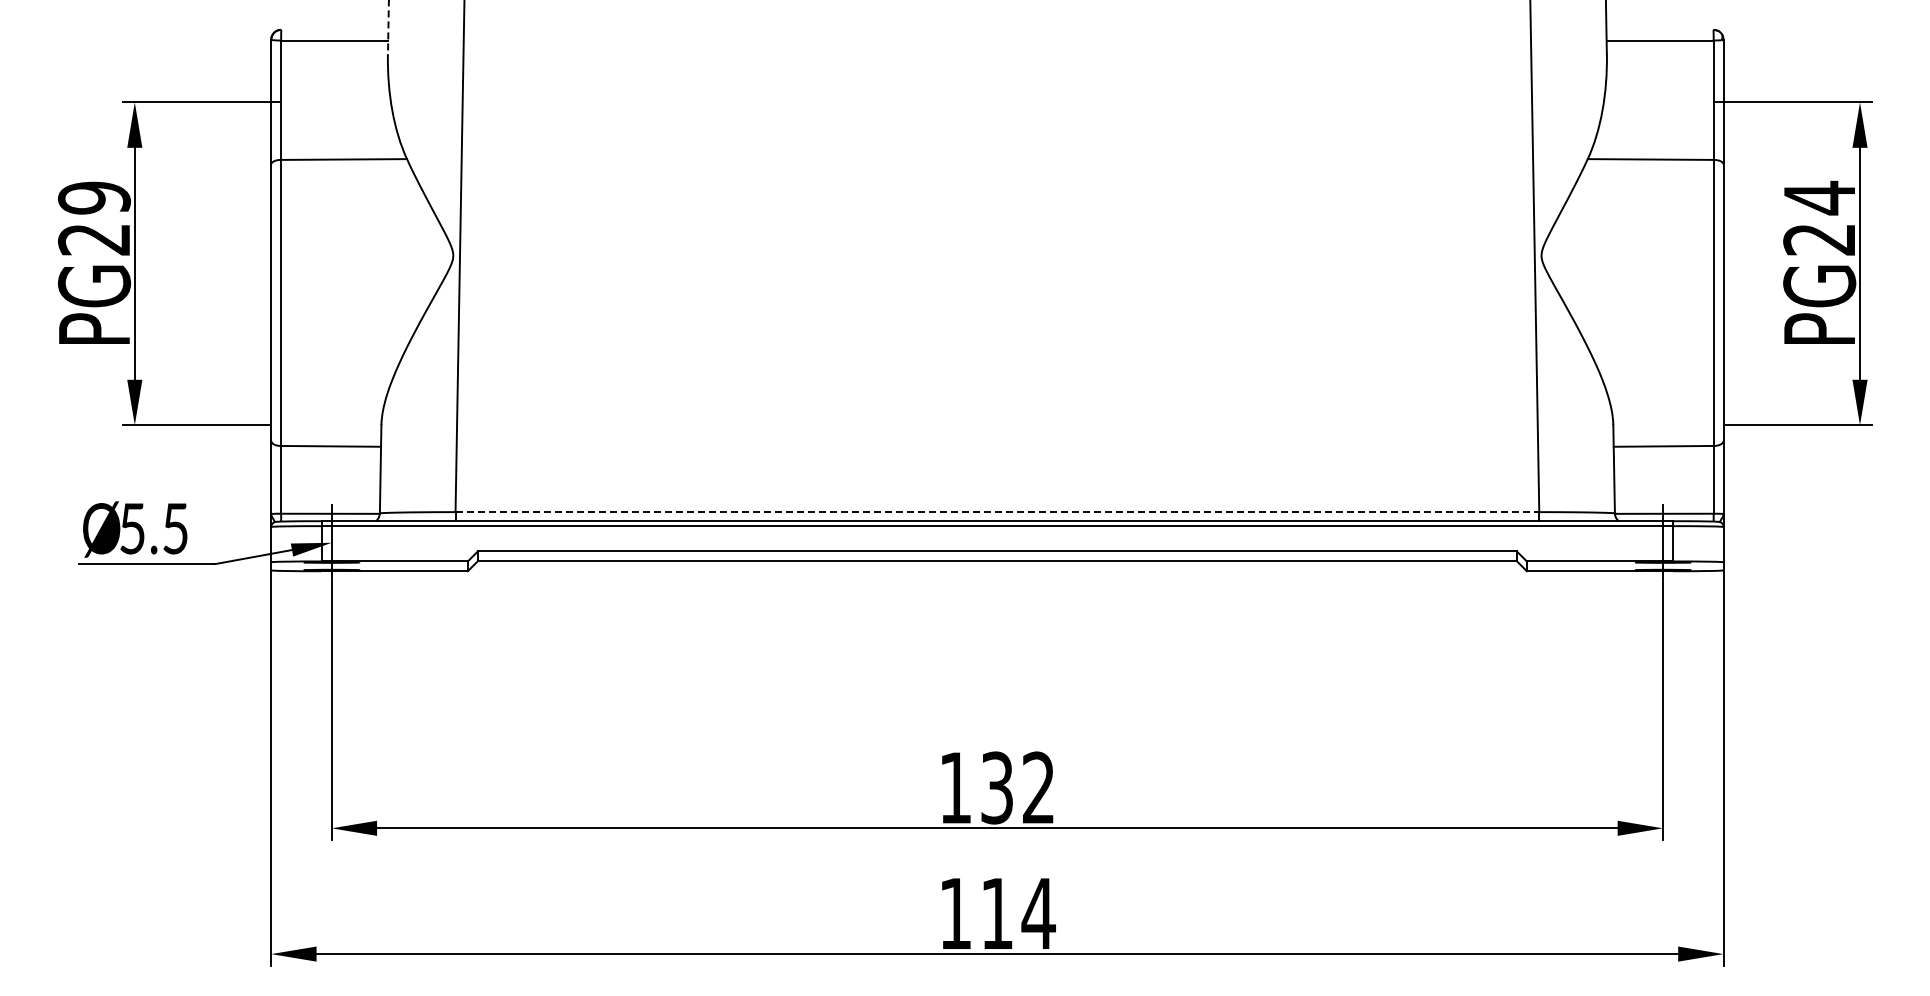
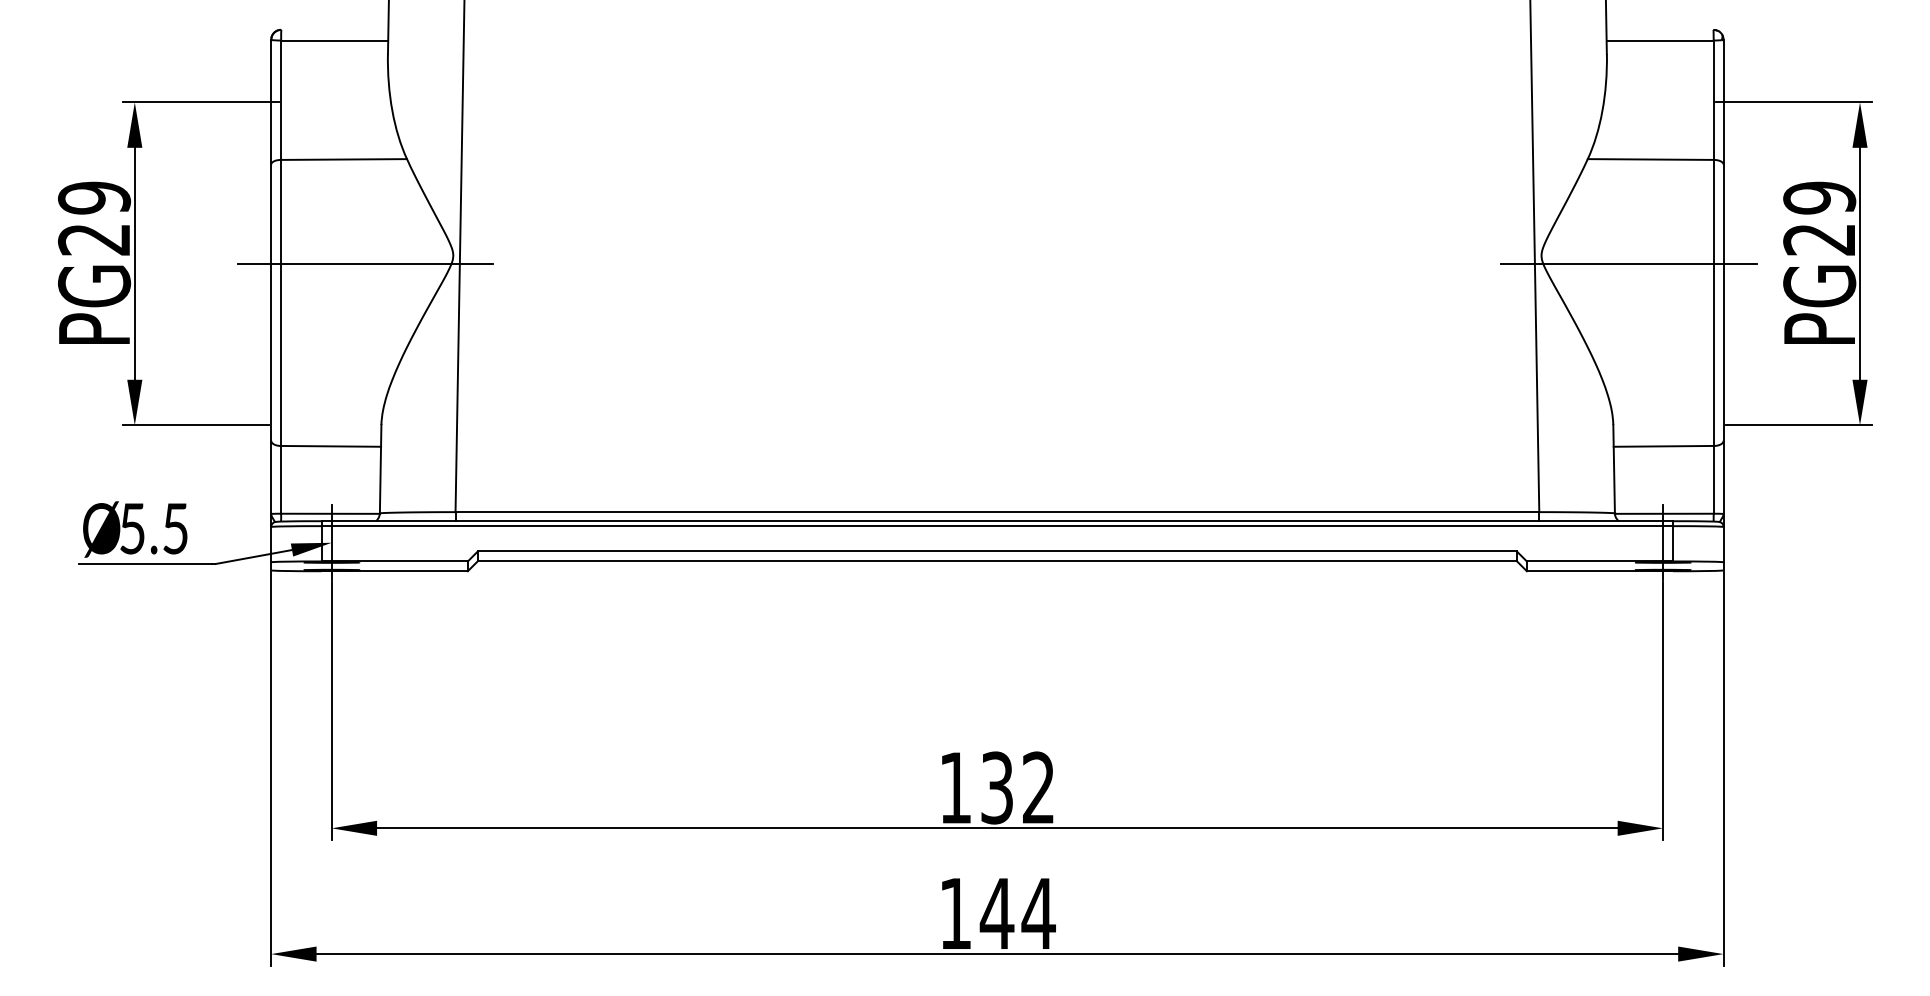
line at (388, 27): dashed -> solid
text at (1819, 197): PG24 -> PG29
line at (365, 263): none -> present
line at (1629, 263): none -> present
line at (997, 512): dashed -> solid
text at (996, 913): 114 -> 144
